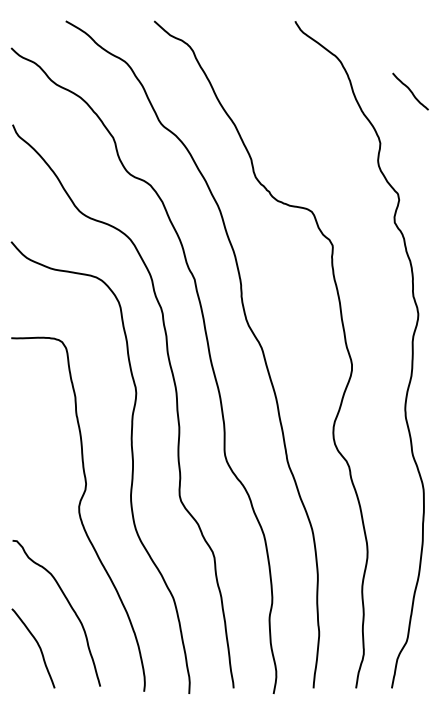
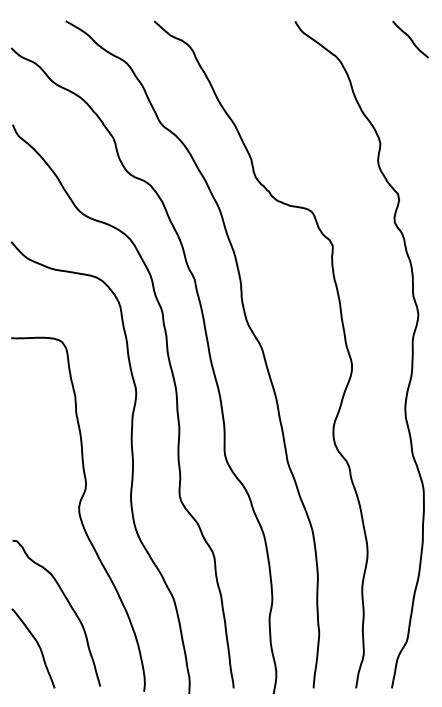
curve at (410, 91) position: (410, 91) -> (410, 39)
